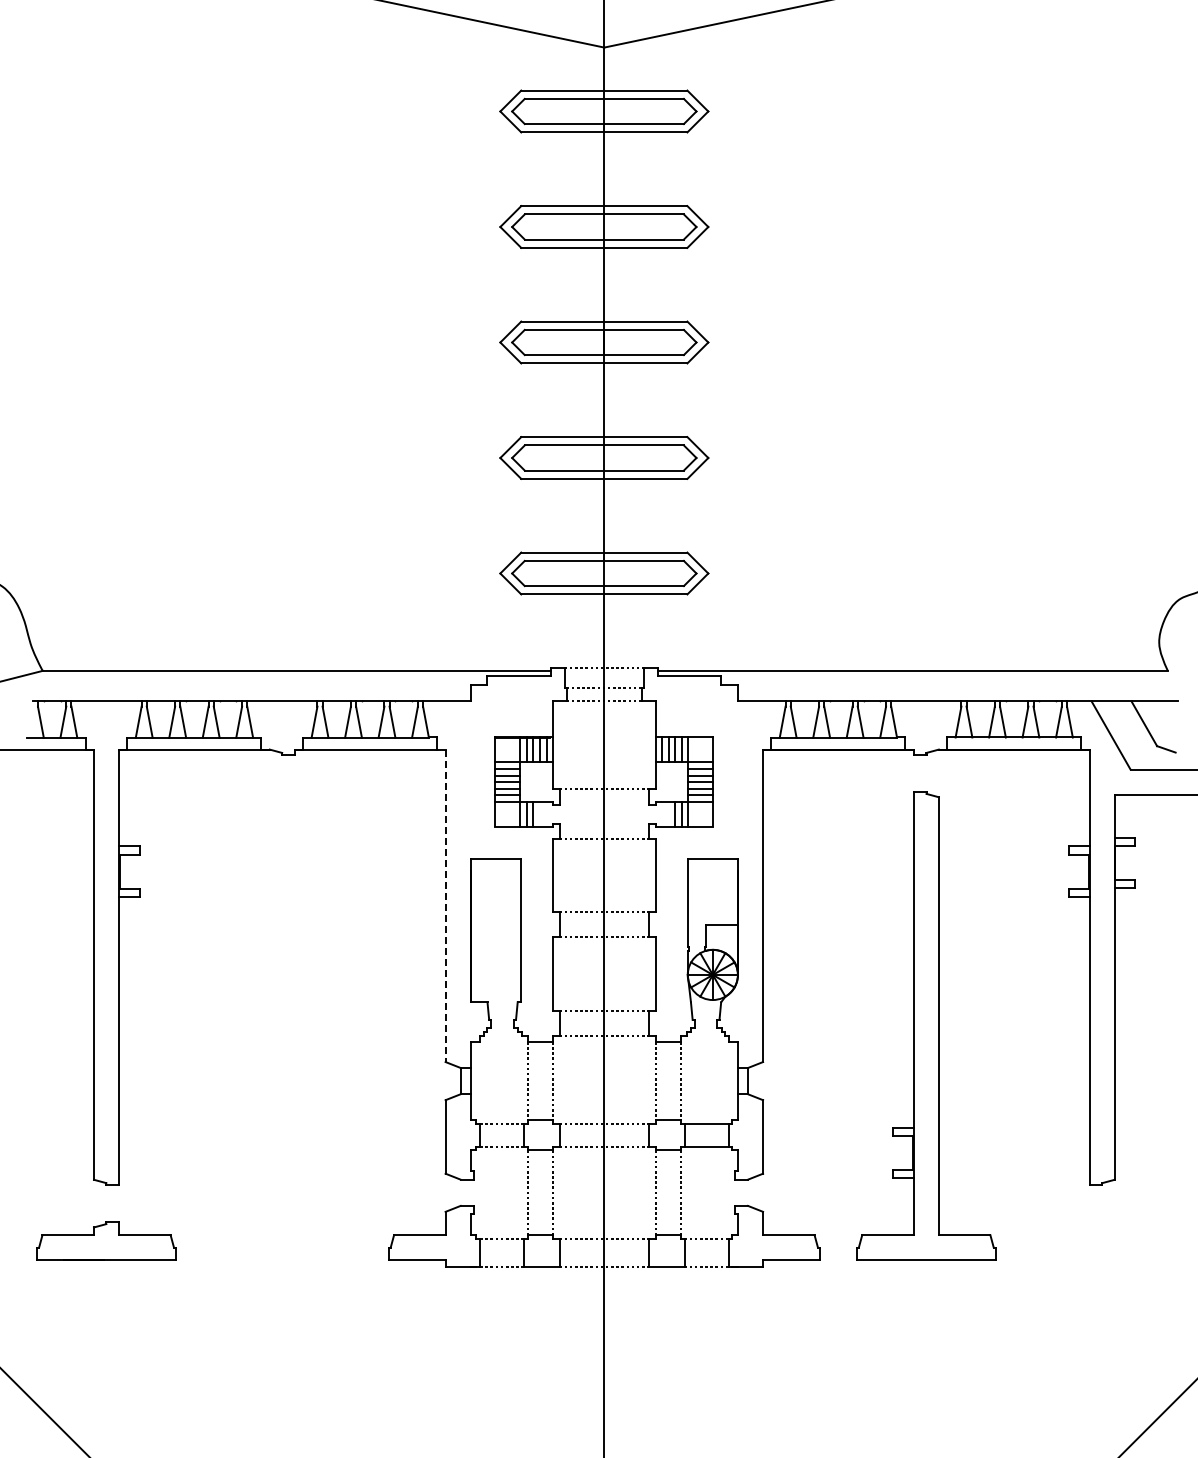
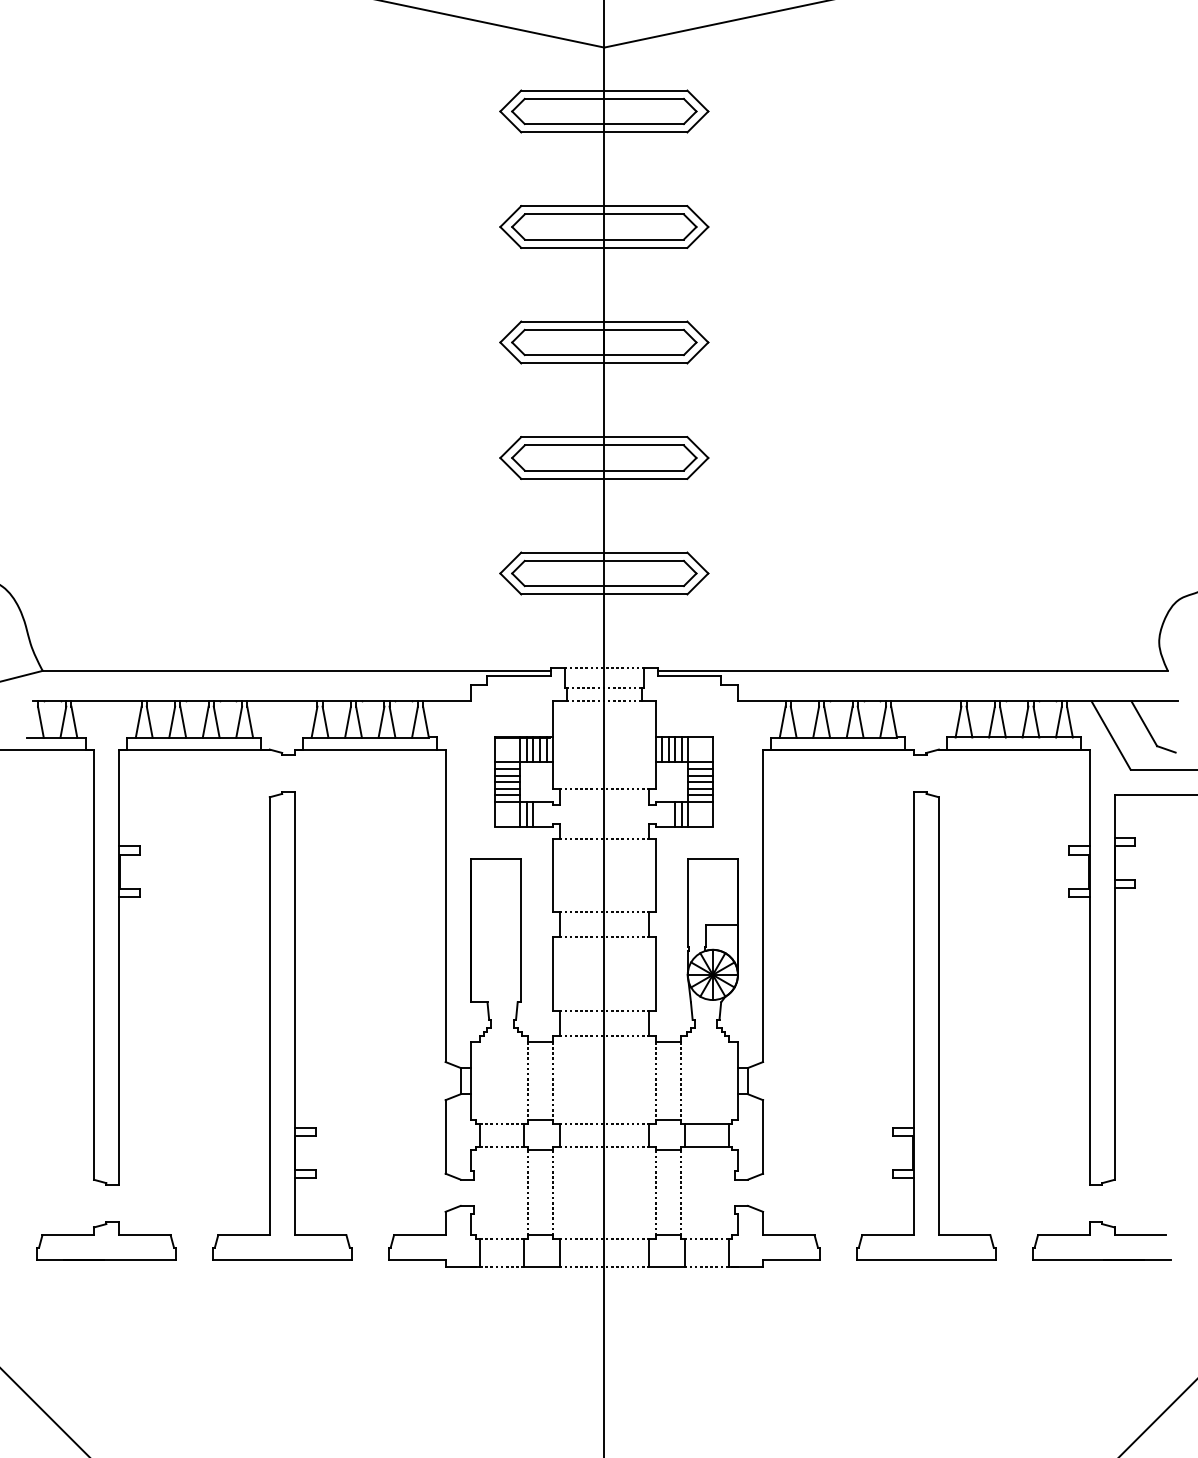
line at (445, 906): dashed -> solid
part at (282, 1025): none -> present
part at (1090, 1235): none -> present
